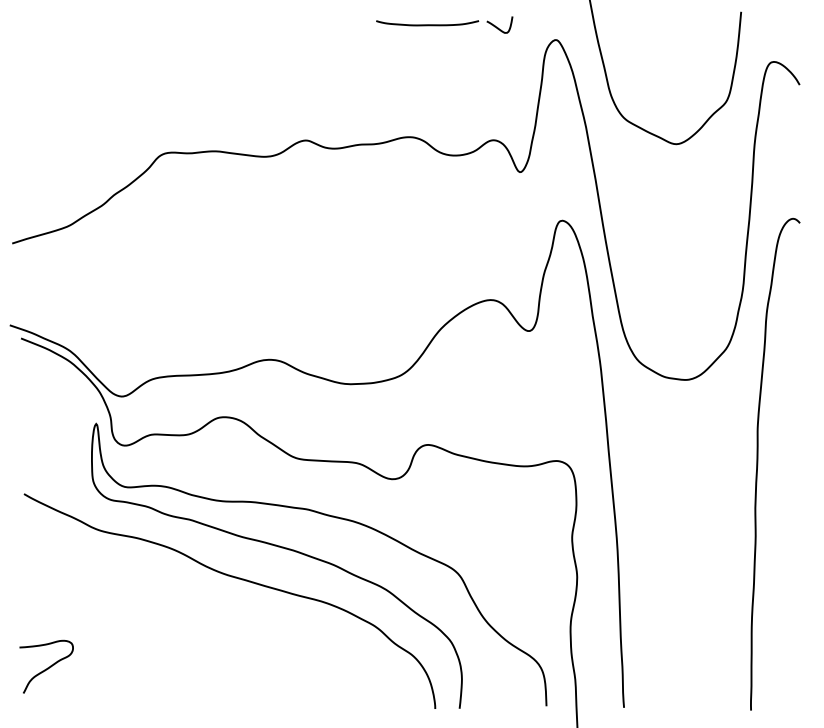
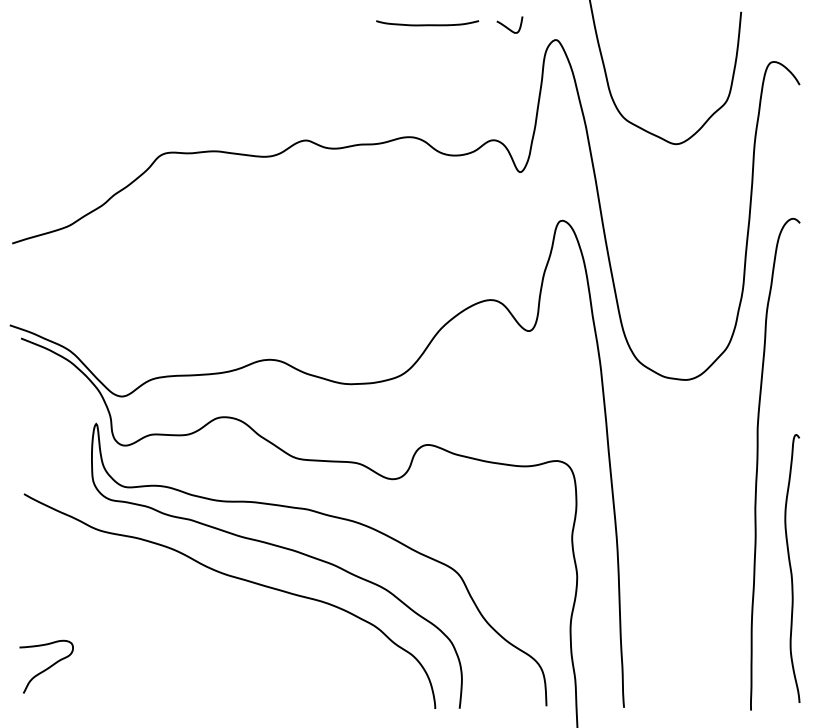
curve at (498, 27) position: (498, 27) -> (508, 27)
curve at (791, 568): none -> present
